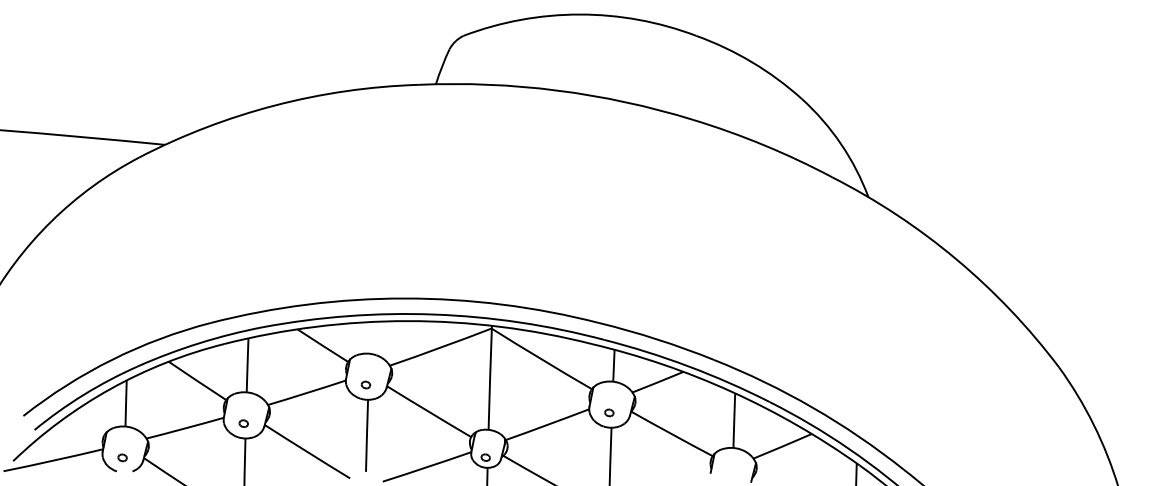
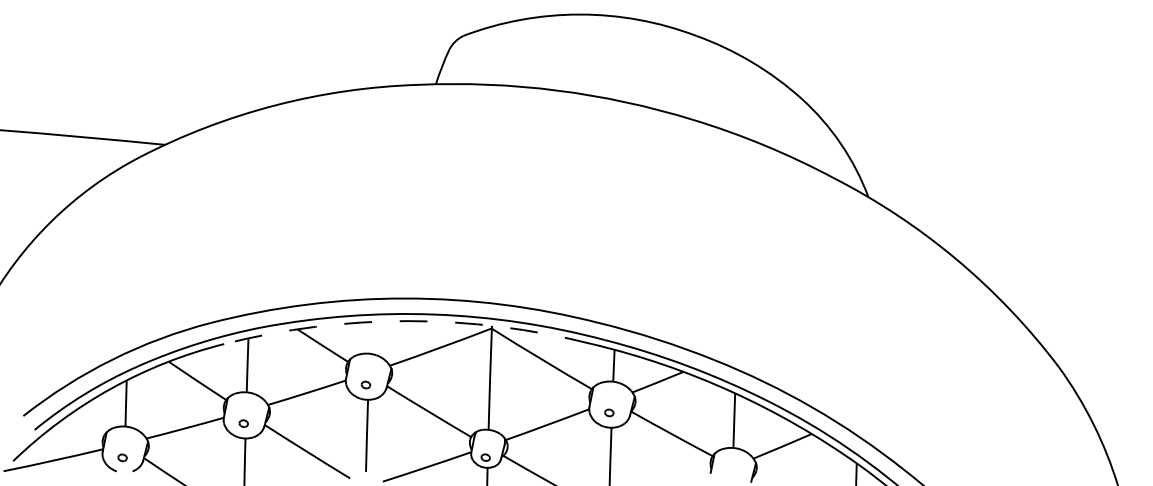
arc at (408, 321): solid -> dashed
